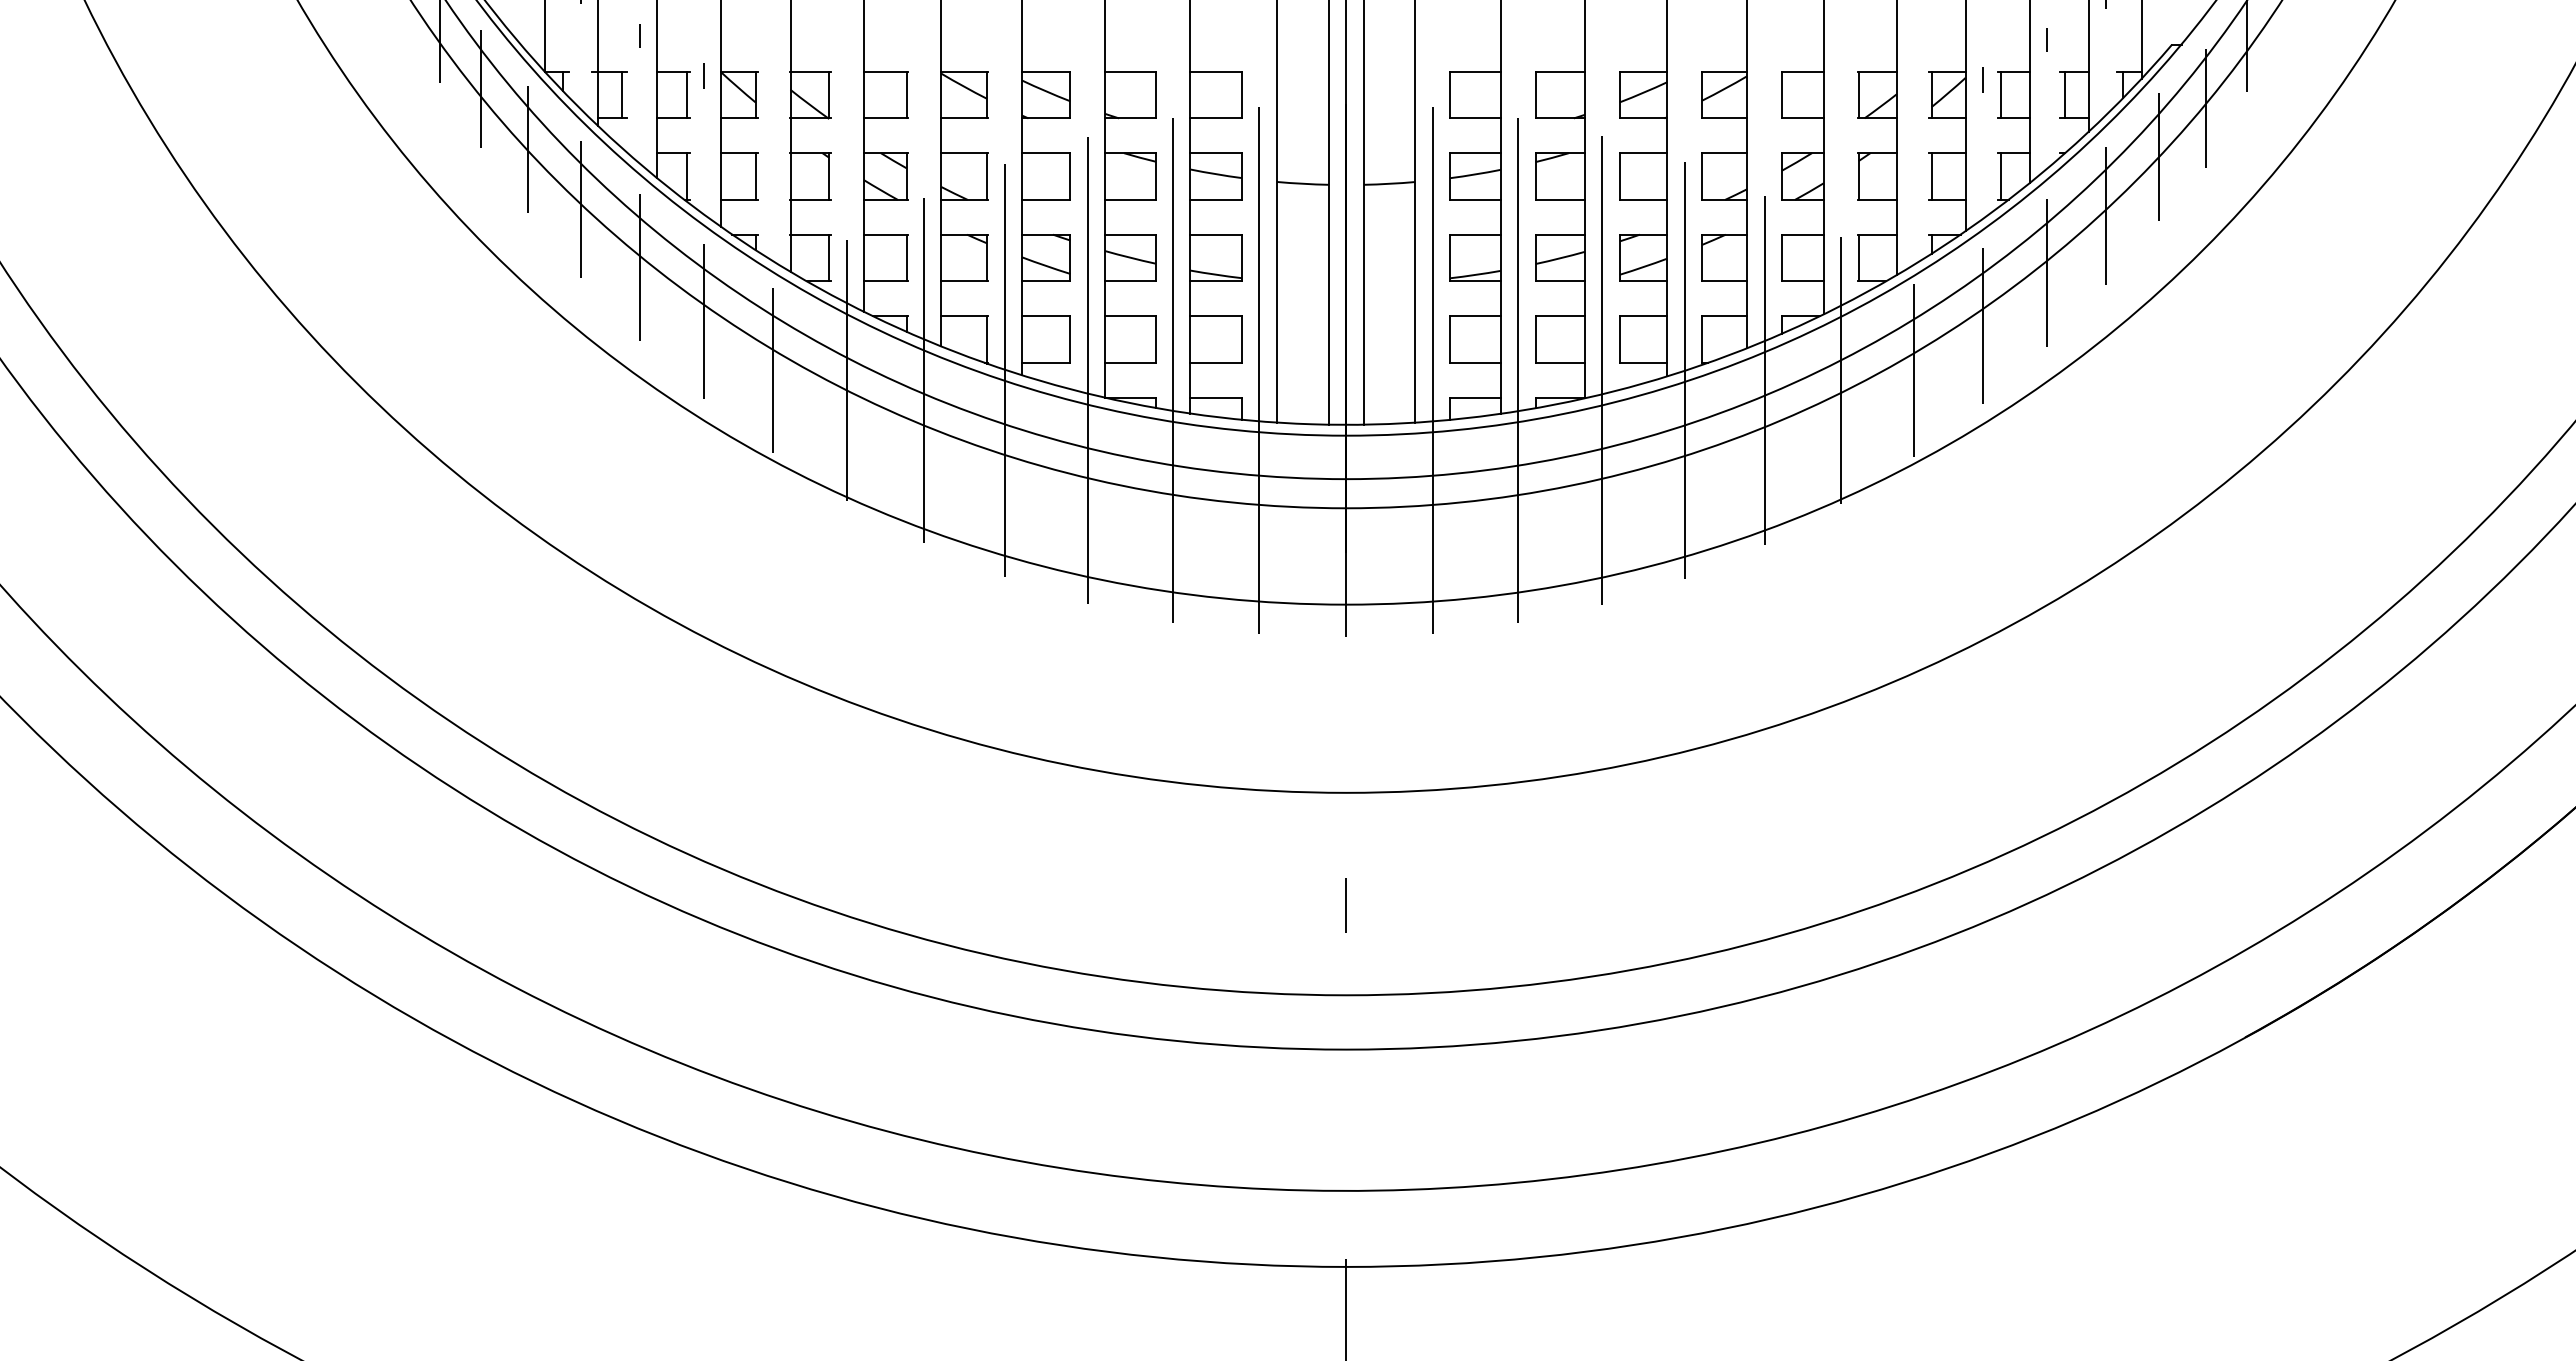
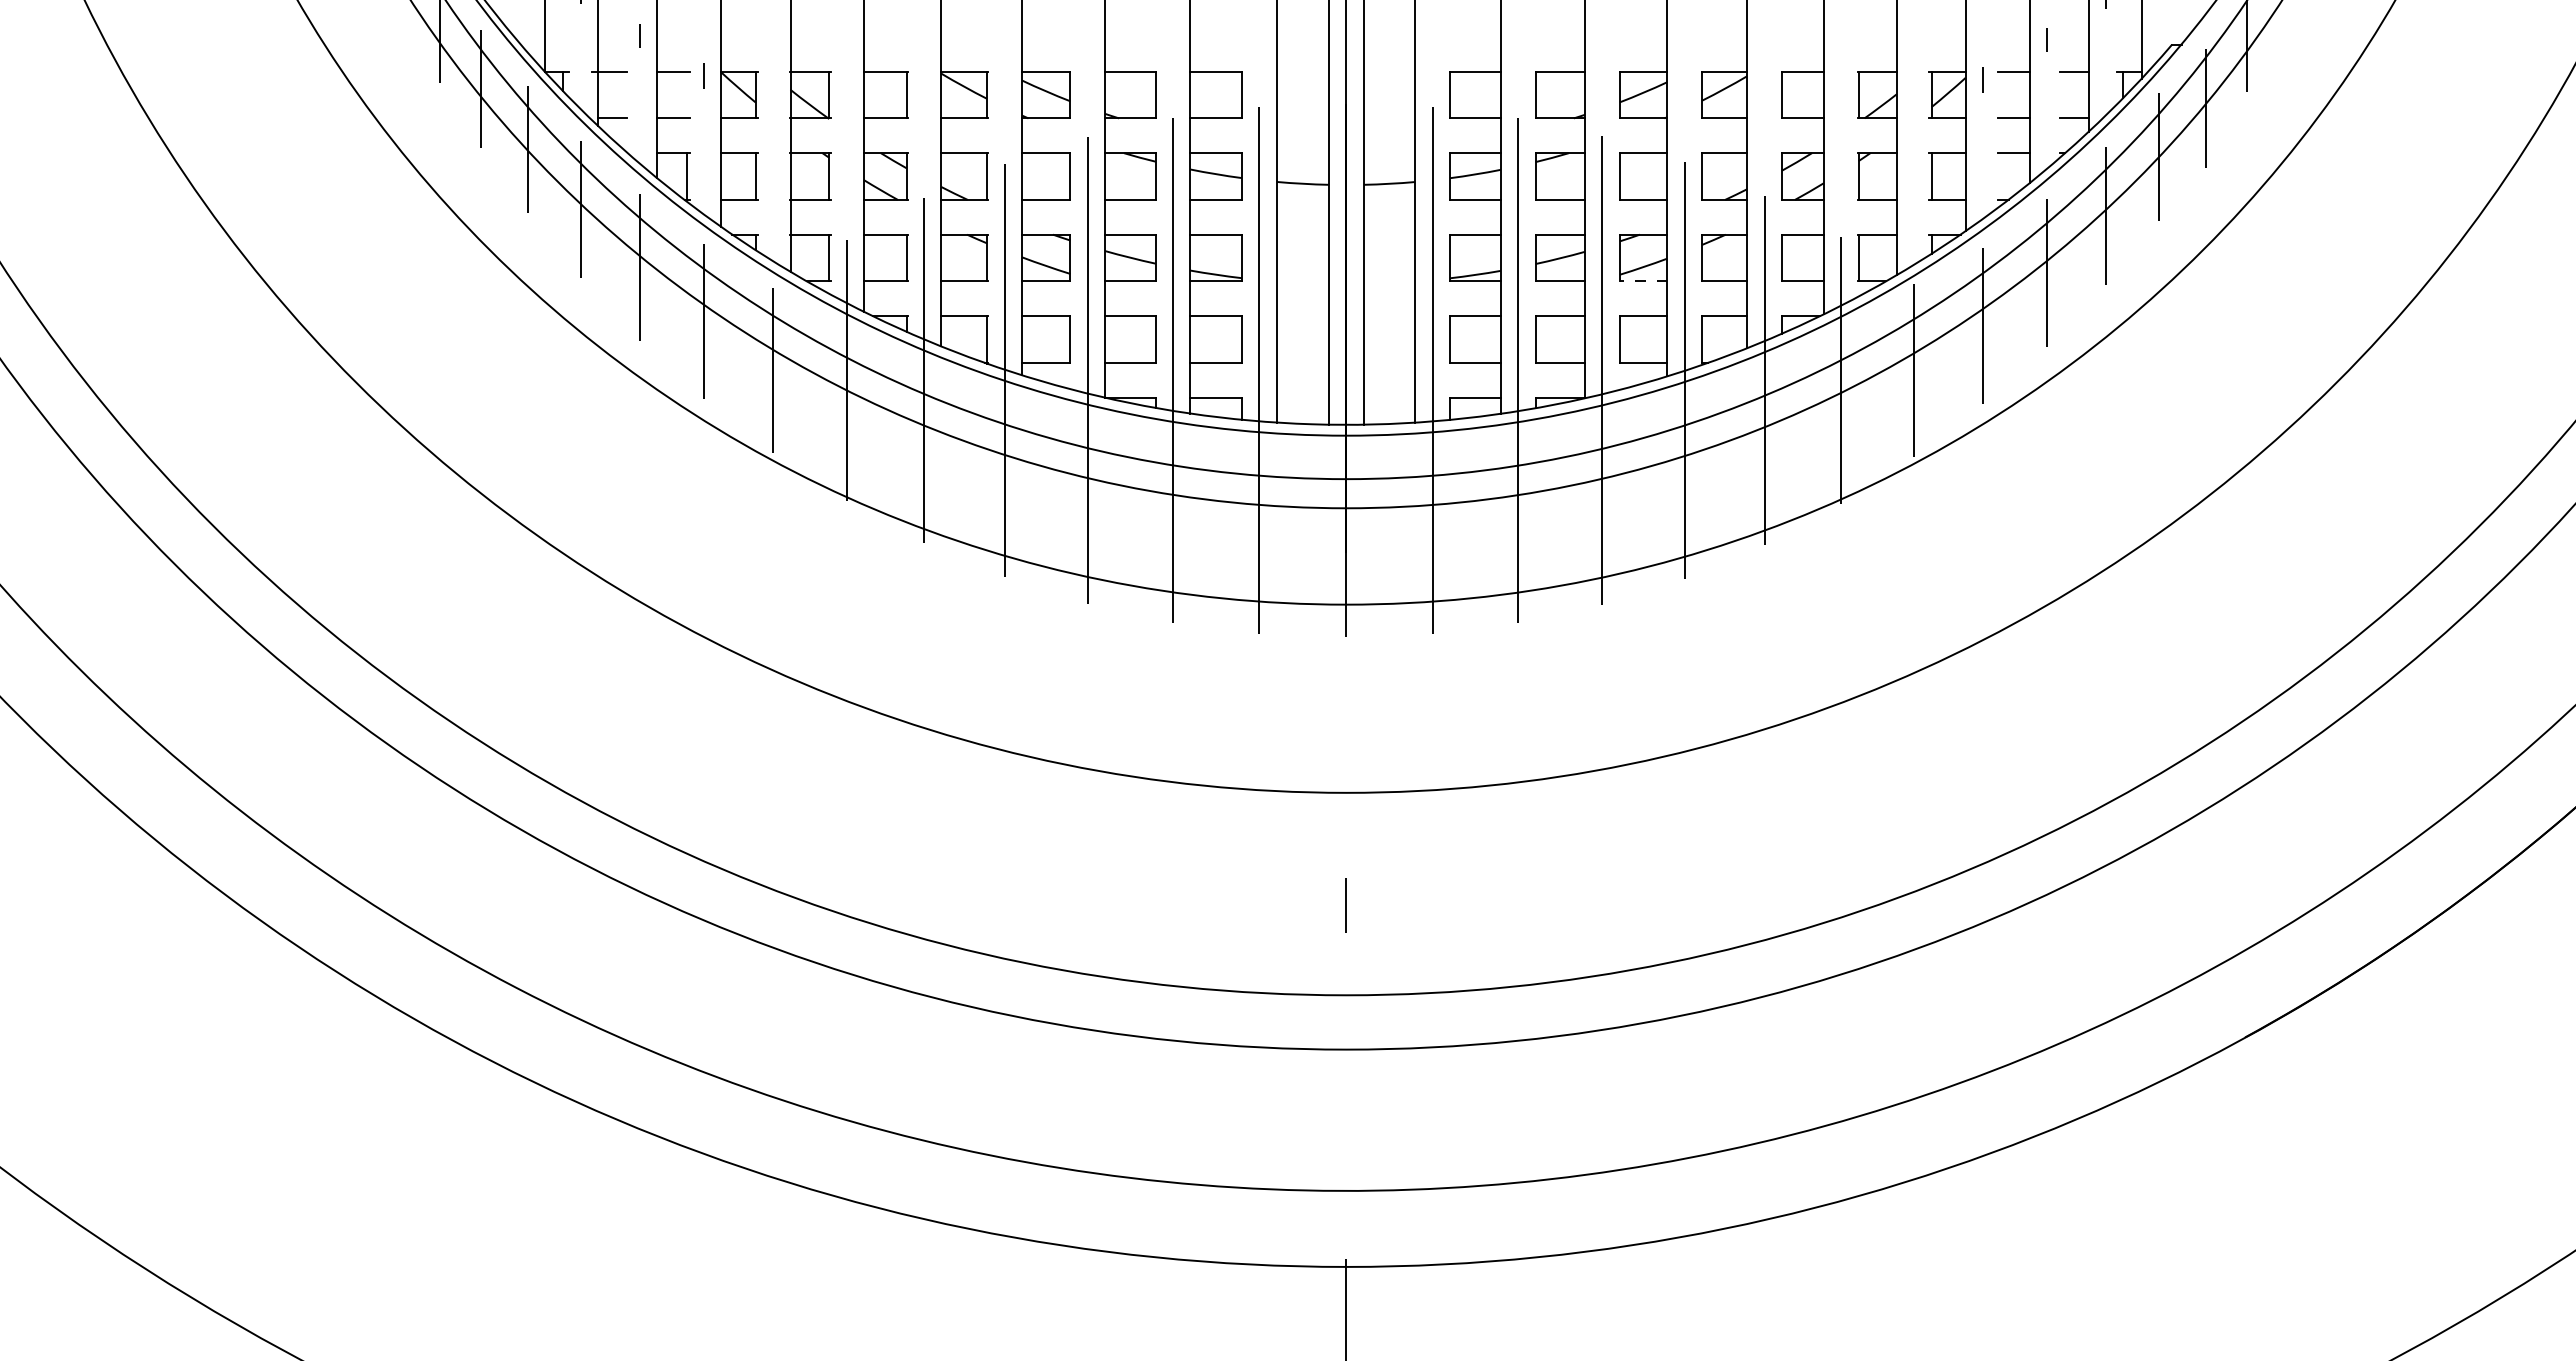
line at (622, 94): present -> none
line at (686, 94): present -> none
line at (2000, 94): present -> none
line at (2064, 94): present -> none
line at (2000, 176): present -> none
line at (1643, 281): solid -> dashed
